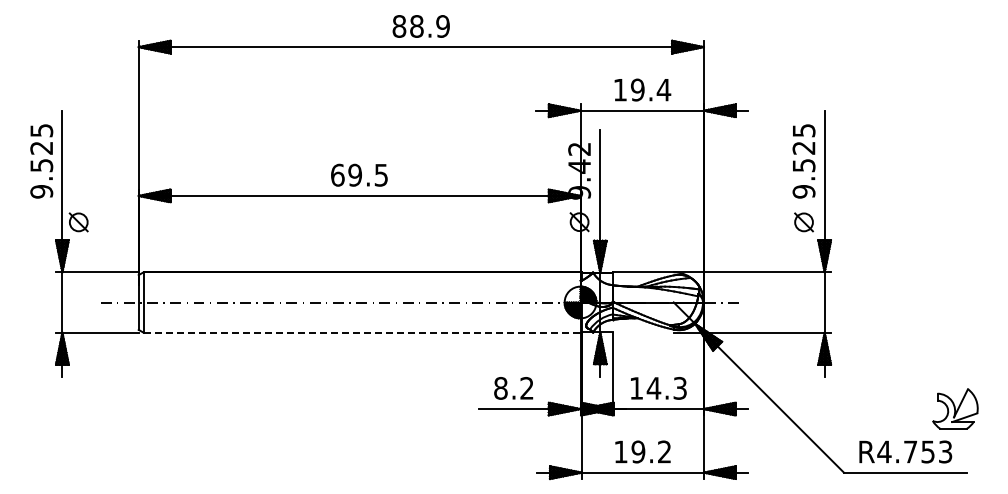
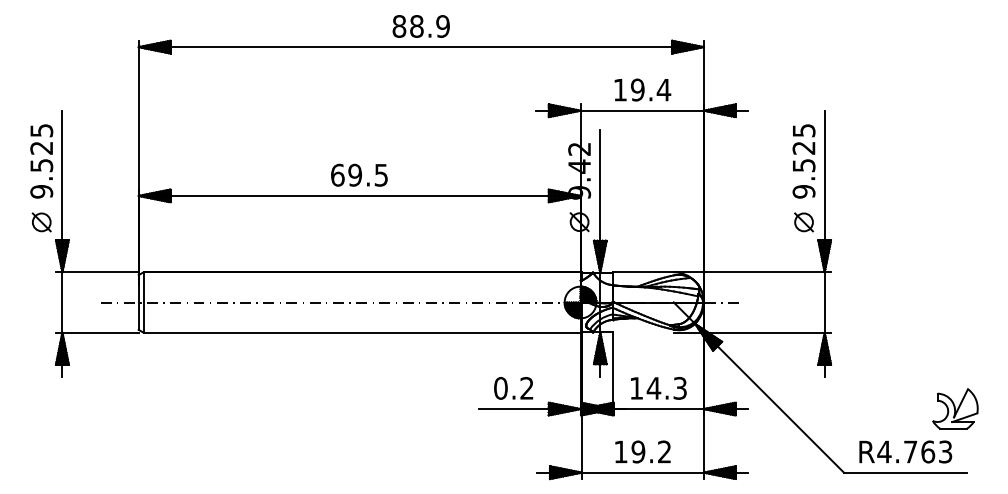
part at (78, 222) position: (78, 222) -> (41, 222)
line at (362, 332): dashed -> solid
text at (500, 388): 8.2 -> 0.2
text at (928, 451): R4.753 -> R4.763
